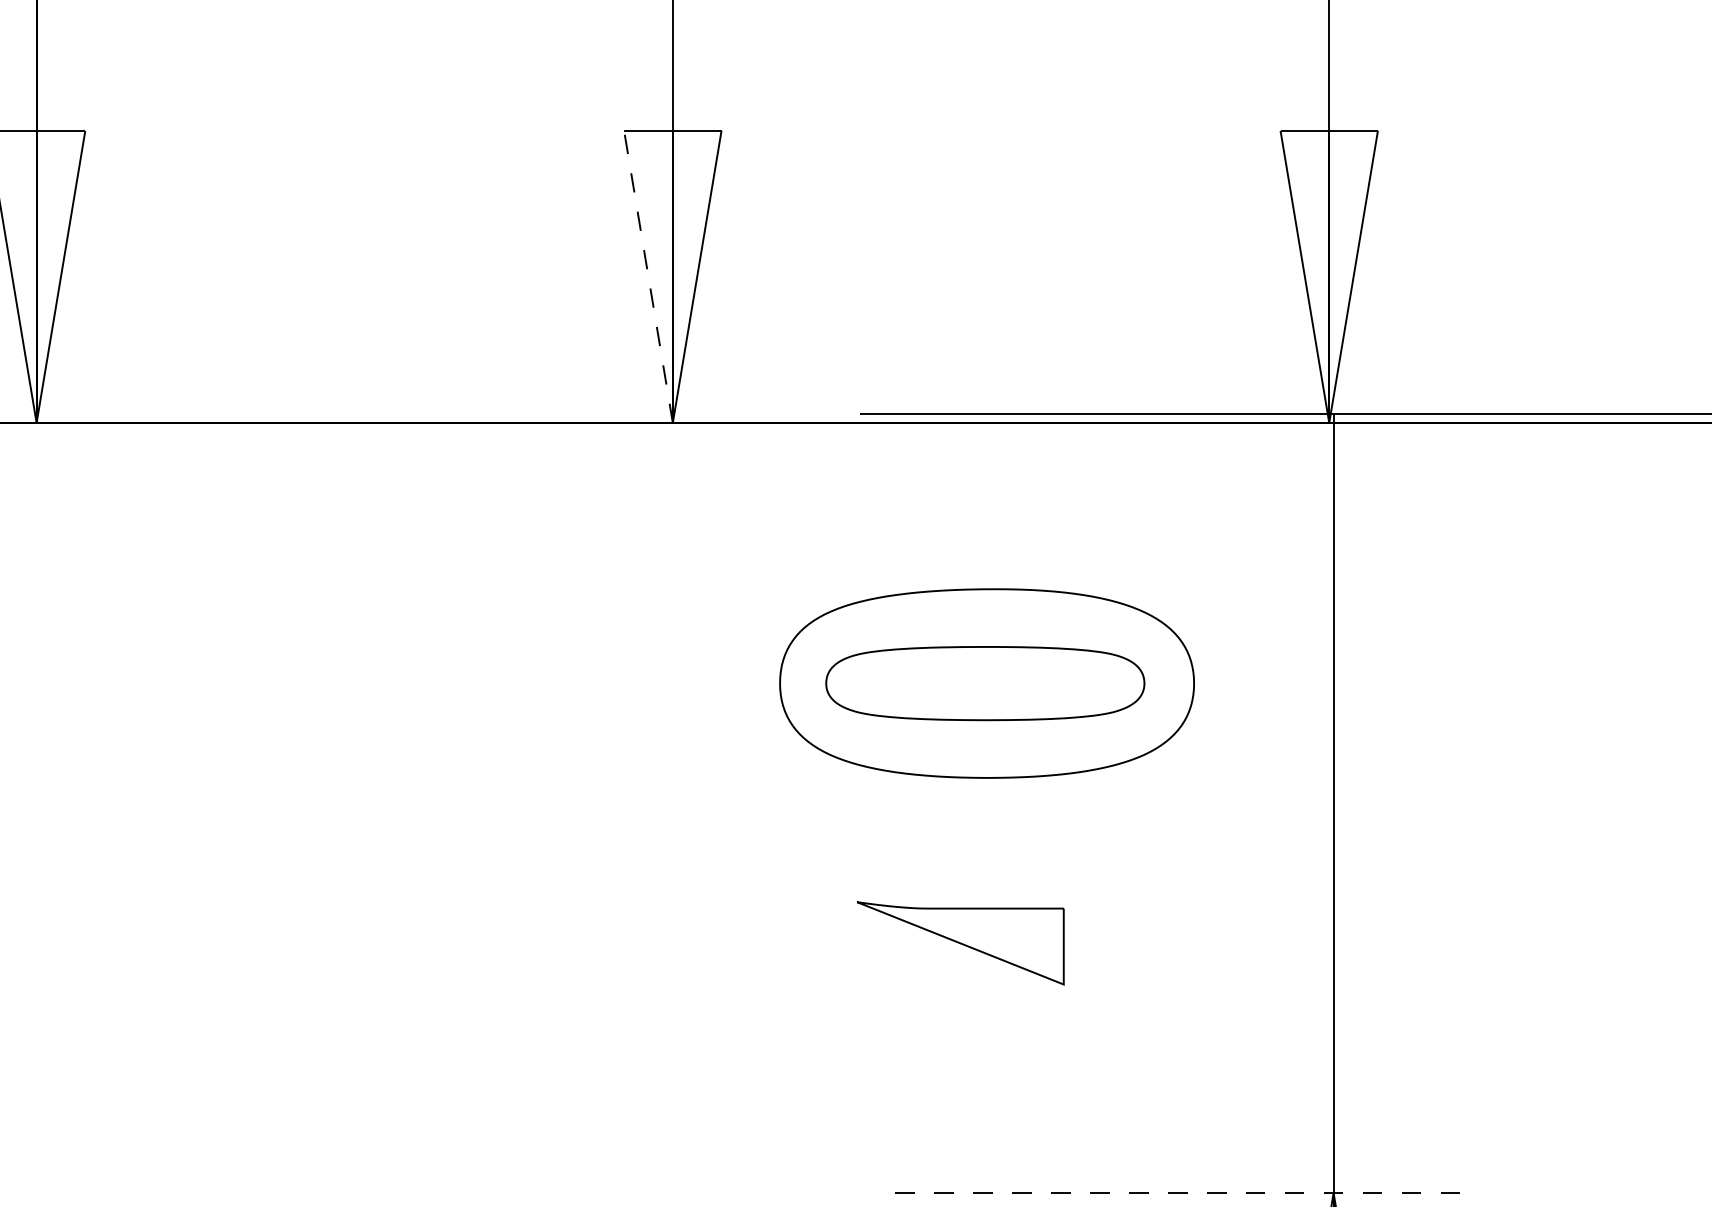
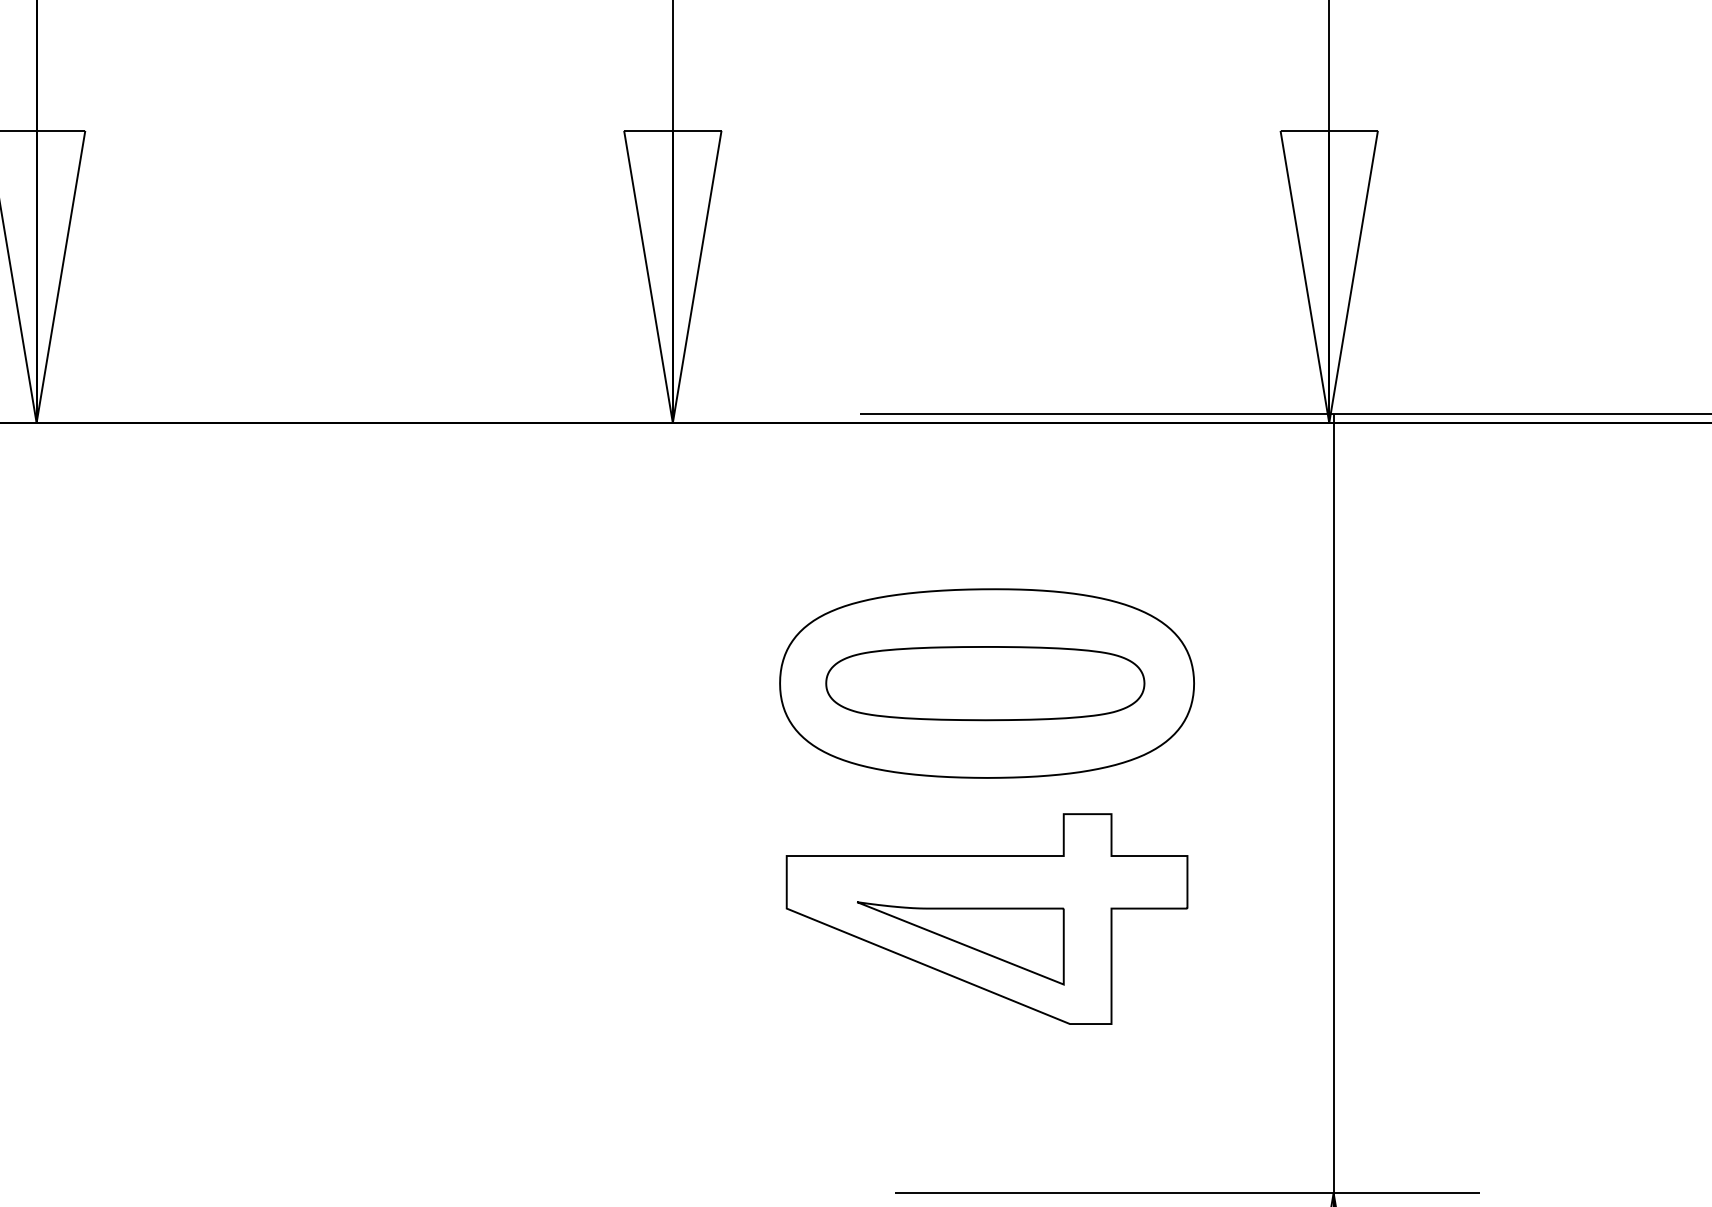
line at (648, 276): dashed -> solid
part at (986, 918): none -> present
line at (1188, 1193): dashed -> solid
